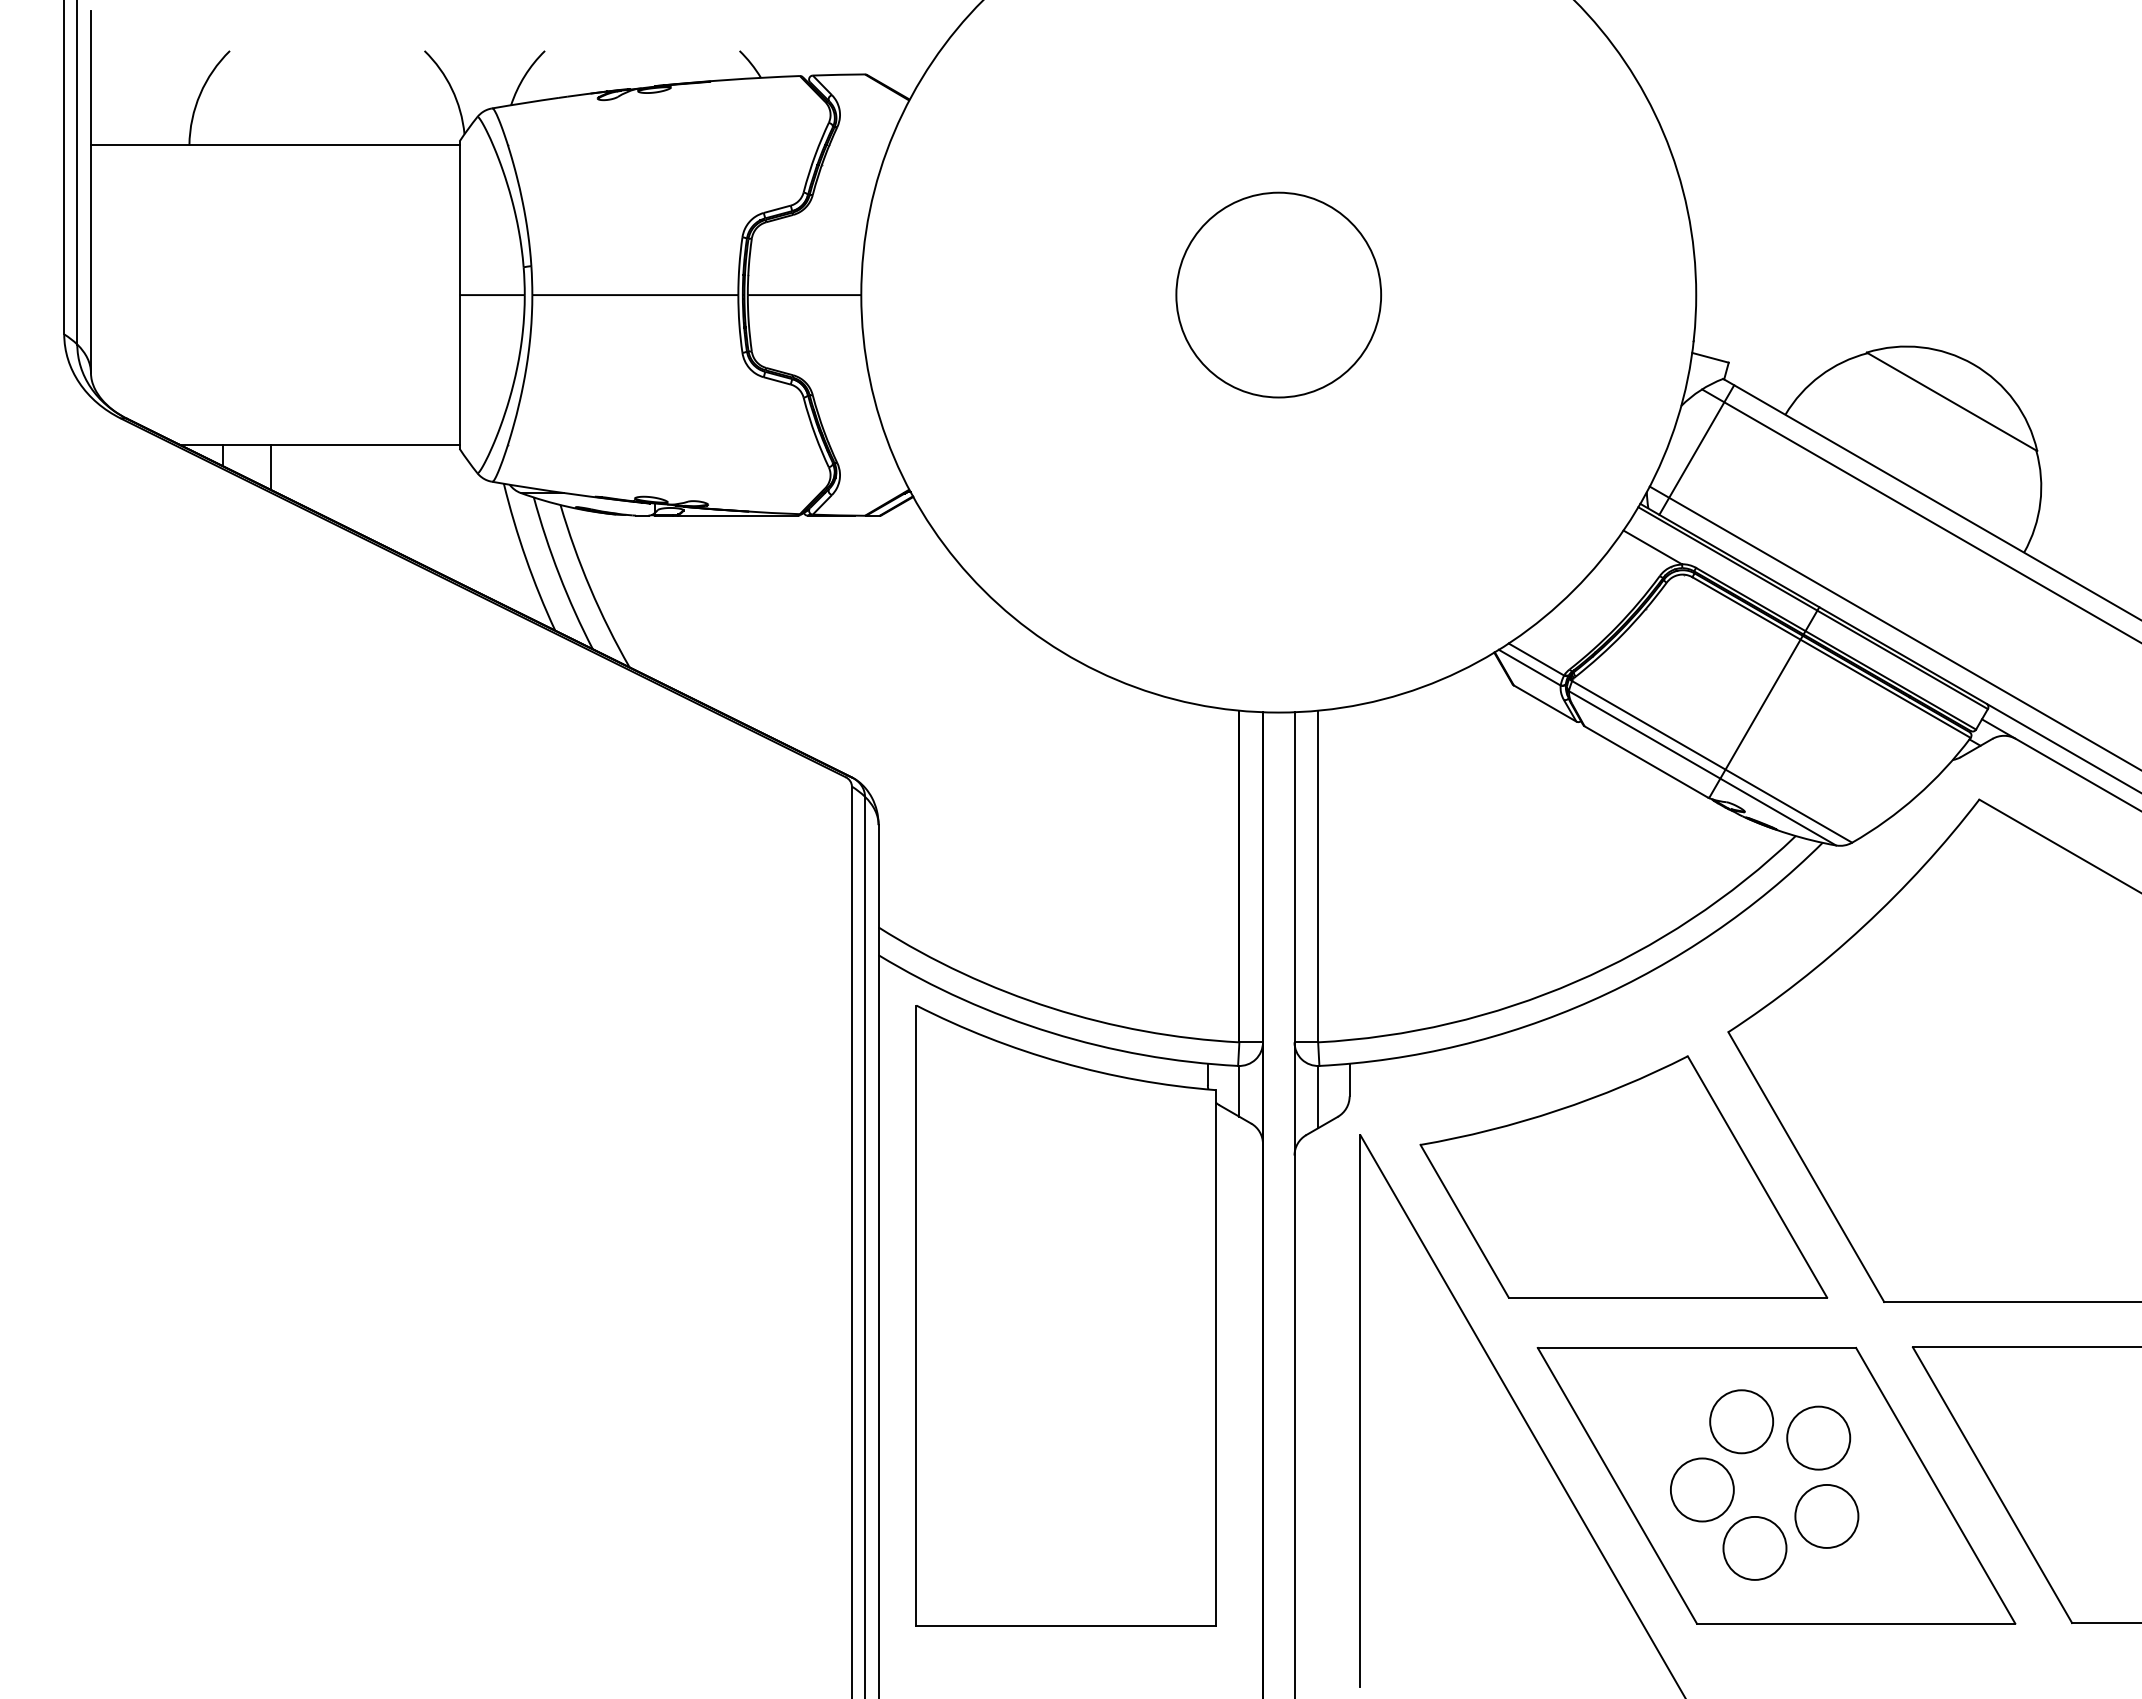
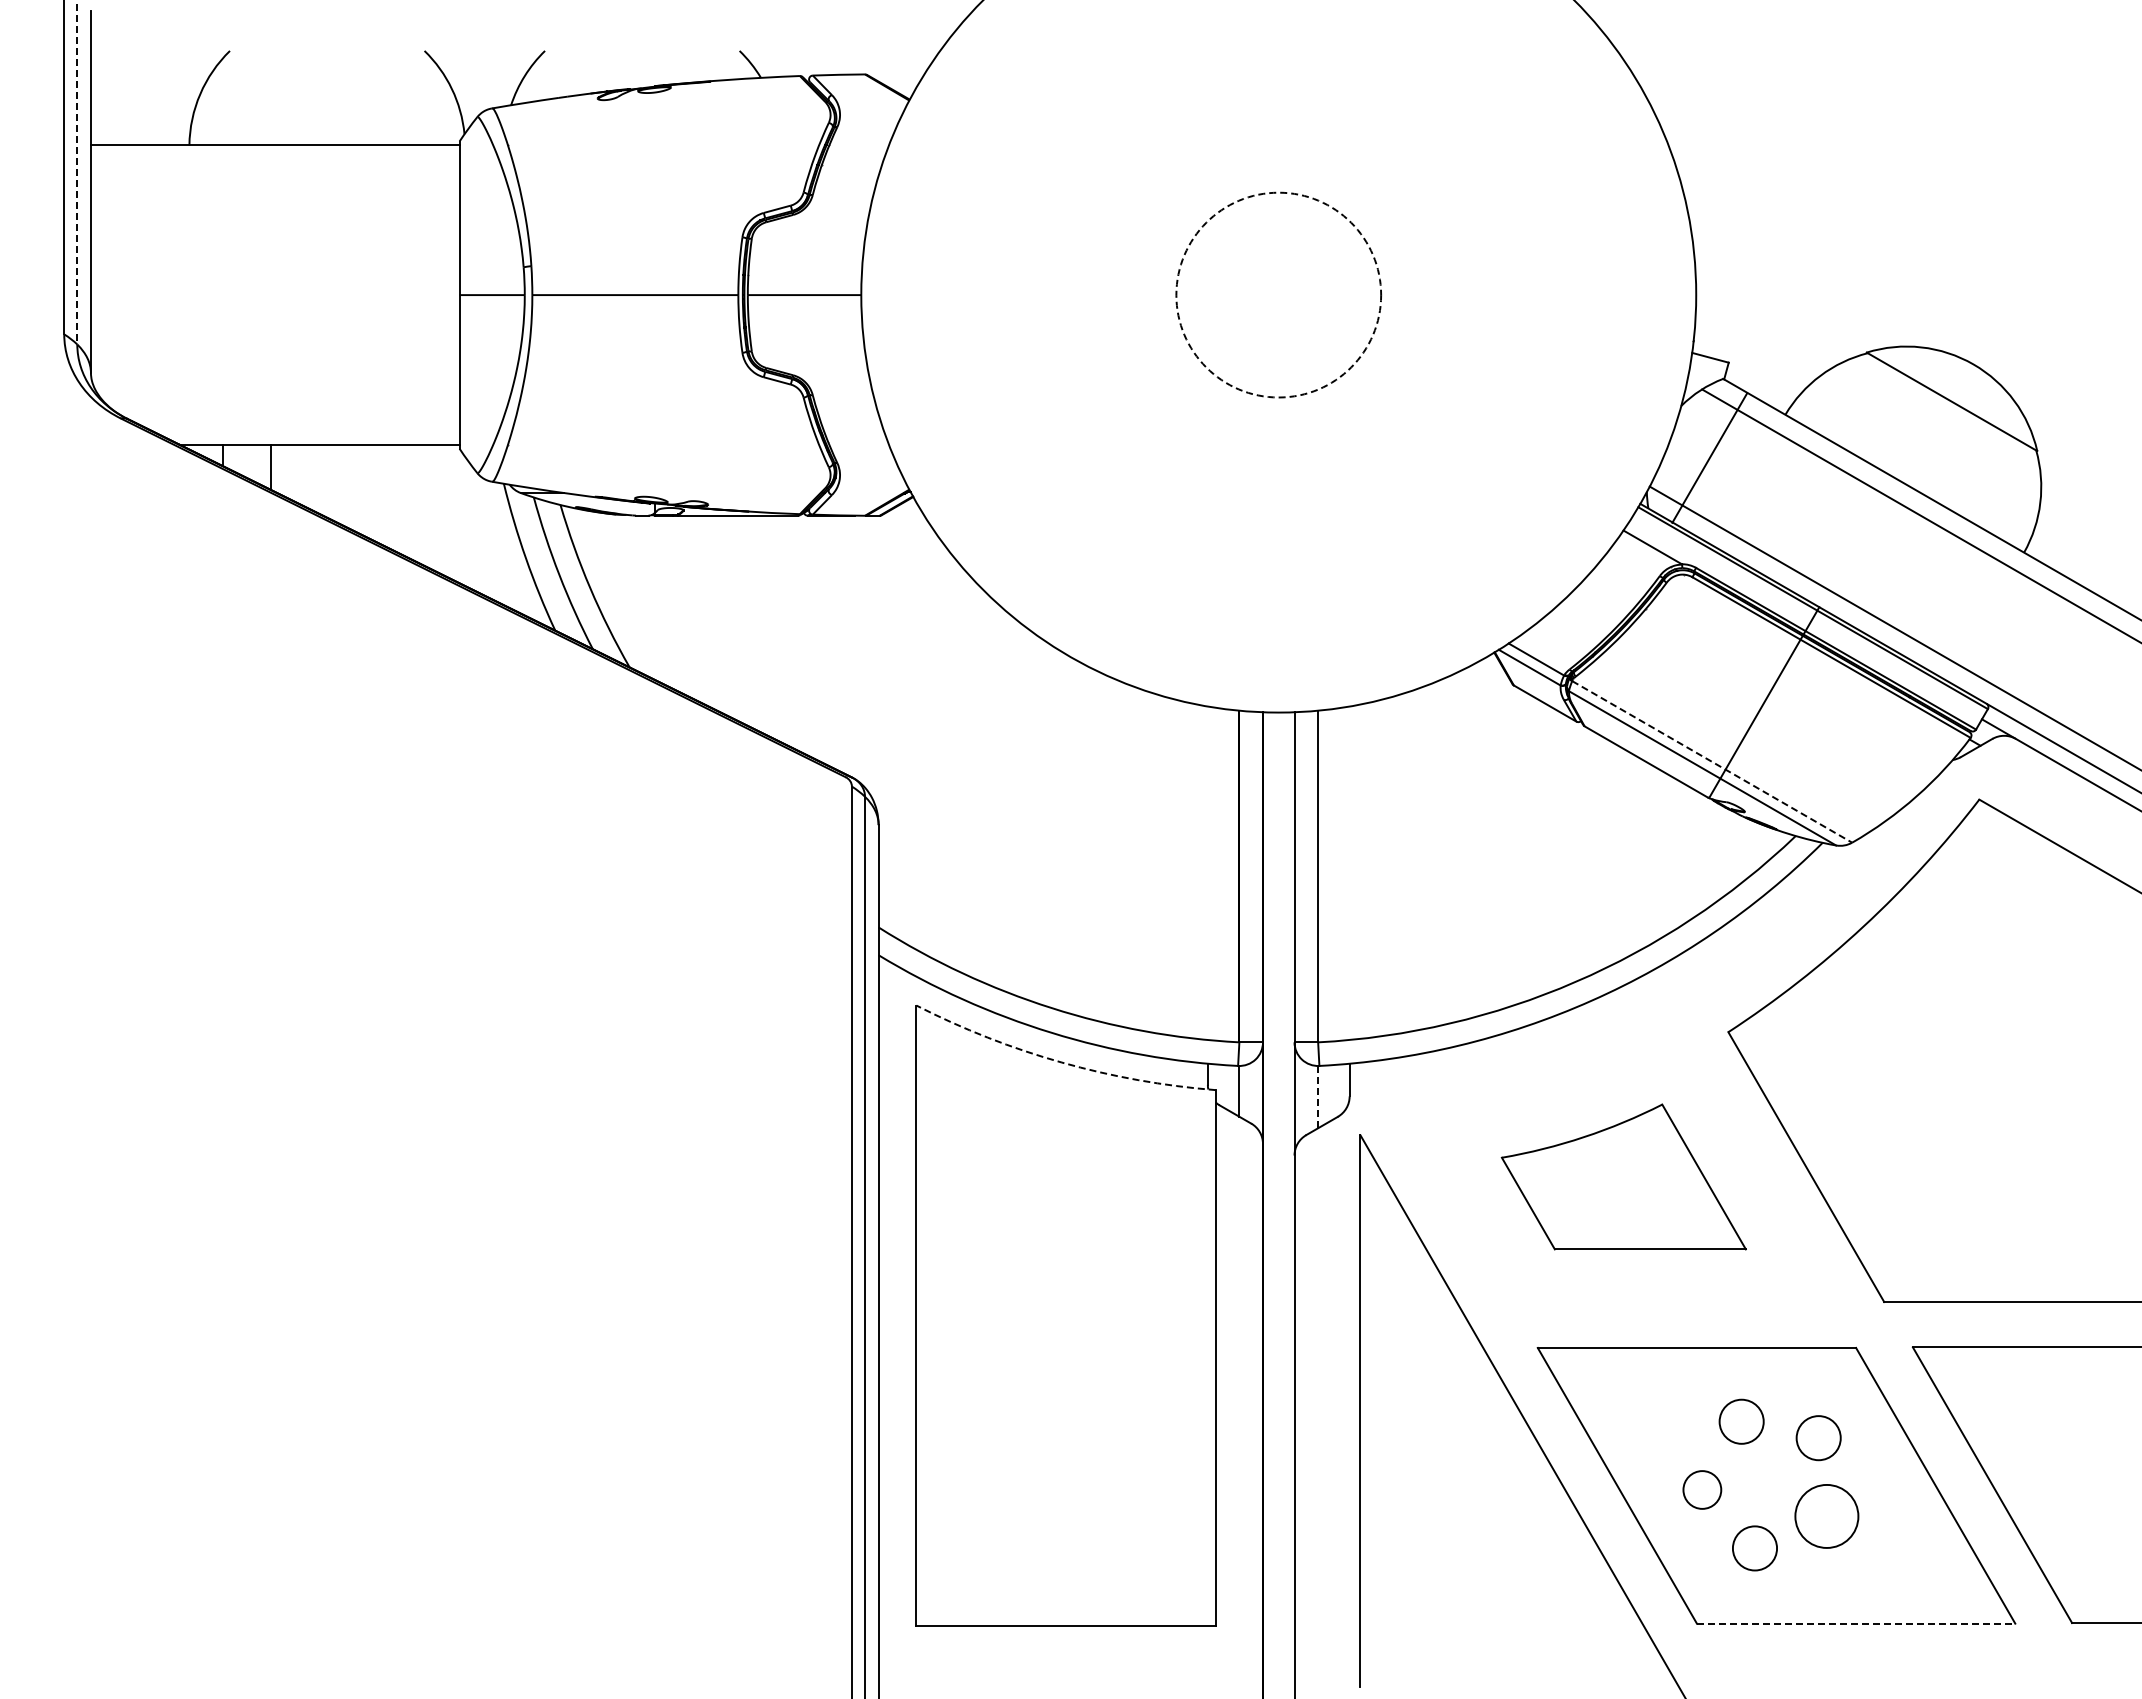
line at (77, 172): solid -> dashed
circle at (1278, 294): solid -> dashed
line at (1696, 449) position: (1696, 449) -> (1709, 457)
line at (1712, 761): solid -> dashed
arc at (1061, 1062): solid -> dashed
line at (1318, 1097): solid -> dashed
part at (1623, 1176) size: 410x244 px -> 247x148 px
circle at (1741, 1421) diameter: 63 px -> 44 px
circle at (1818, 1437) diameter: 63 px -> 44 px
circle at (1701, 1489) diameter: 63 px -> 38 px
circle at (1754, 1547) diameter: 63 px -> 44 px
line at (1856, 1623): solid -> dashed
